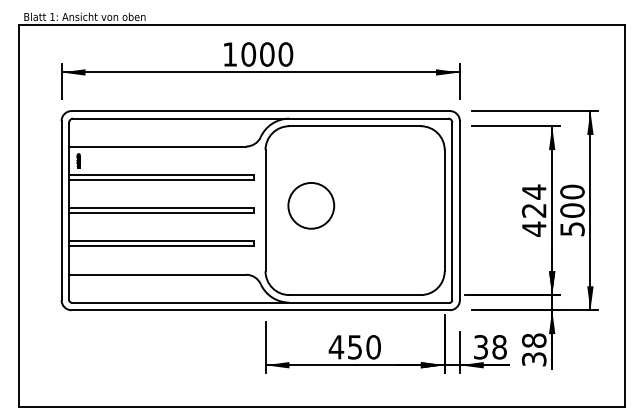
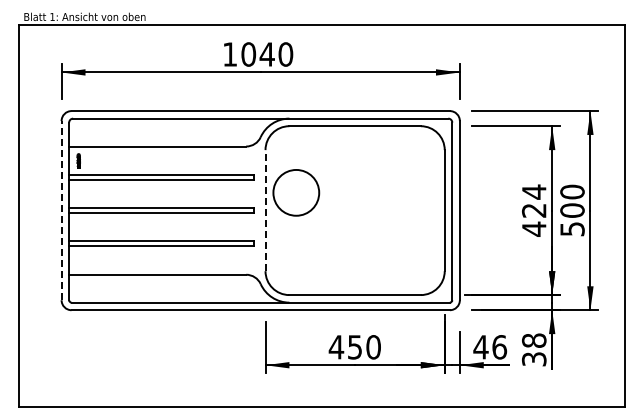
text at (266, 54): 1000 -> 1040
circle at (311, 205) position: (311, 205) -> (296, 192)
line at (61, 210): solid -> dashed
line at (265, 210): solid -> dashed
text at (490, 347): 38 -> 46
